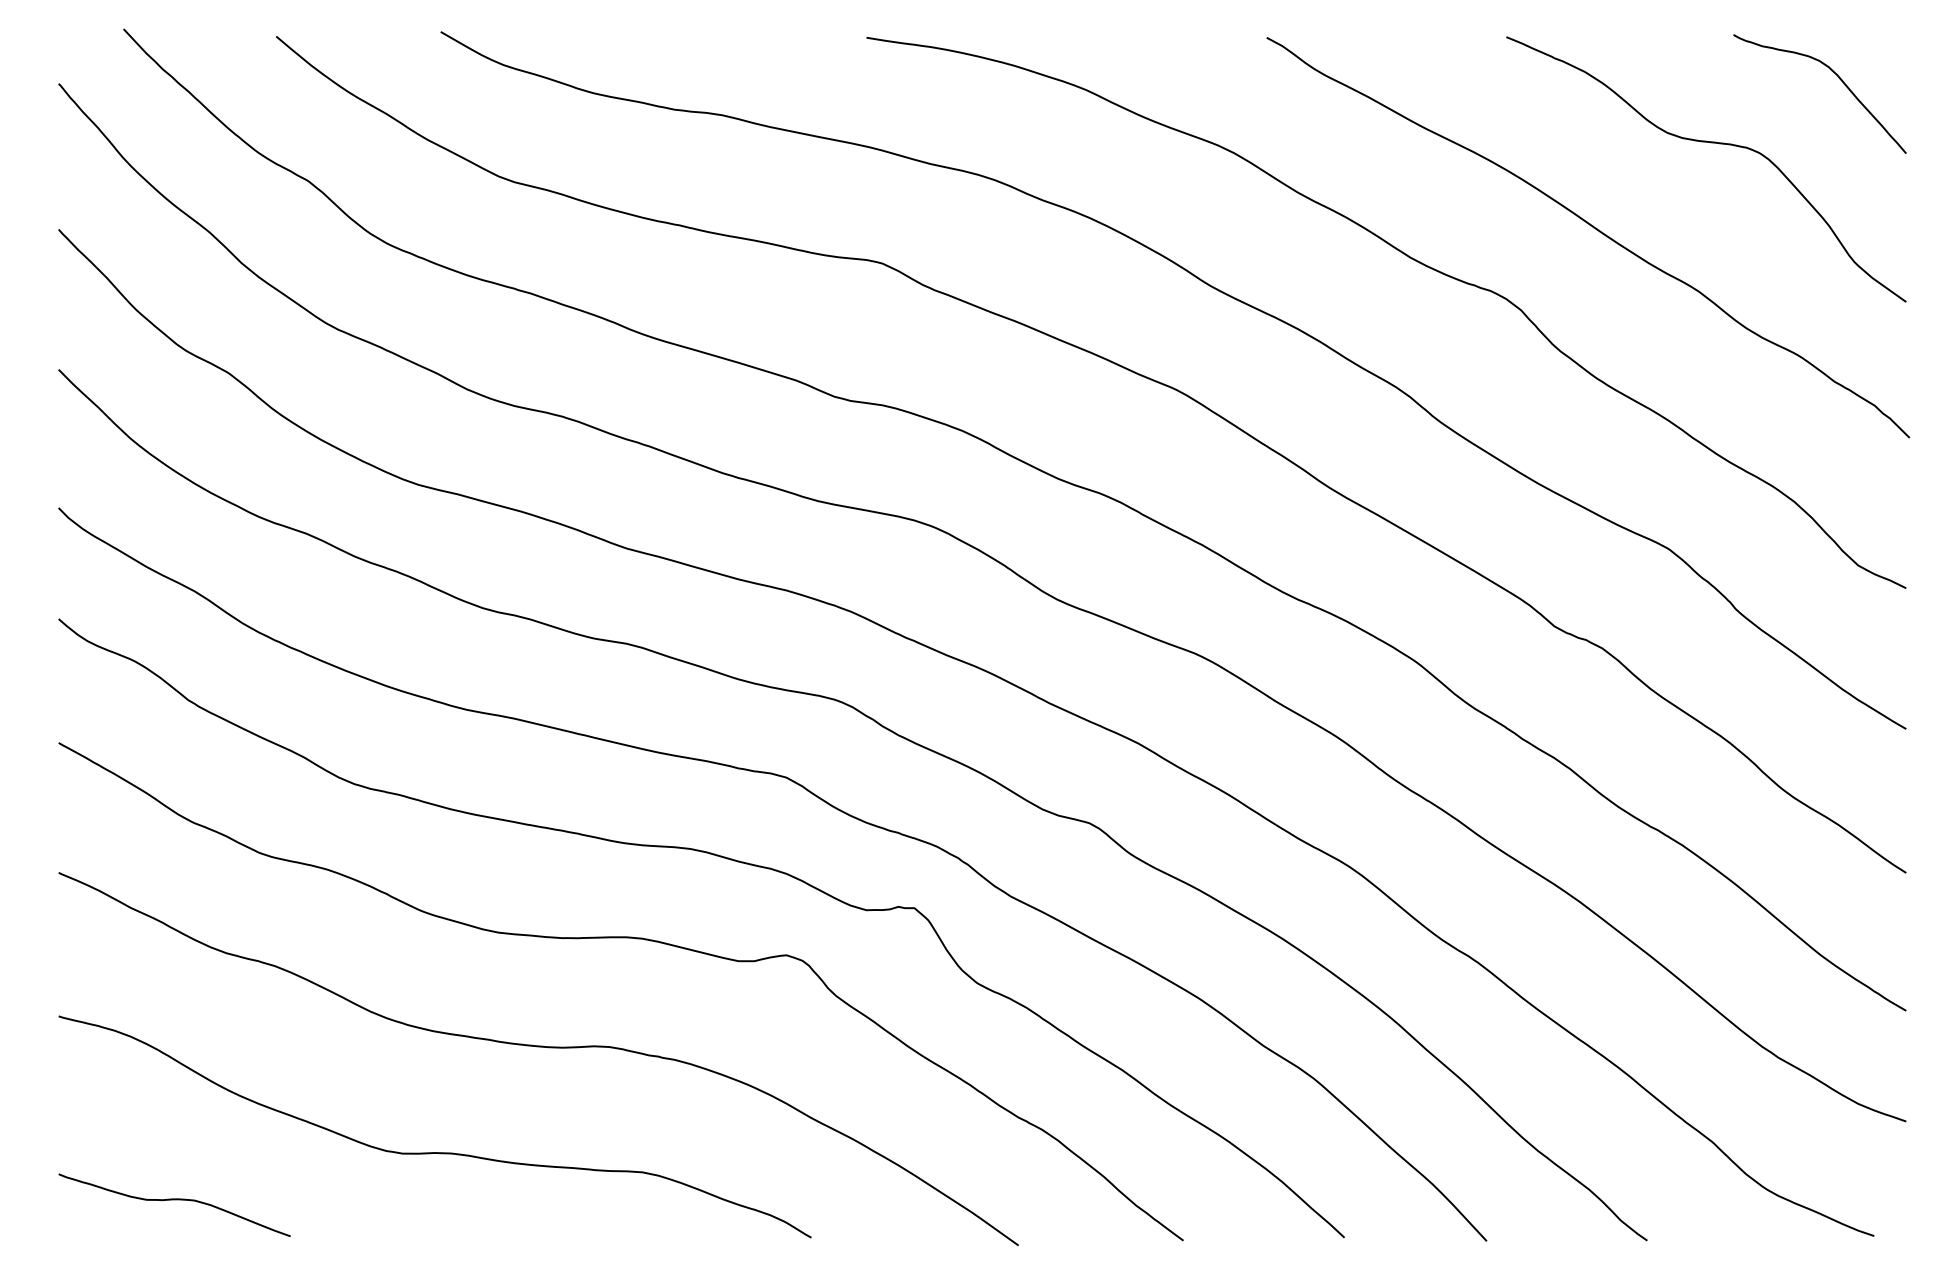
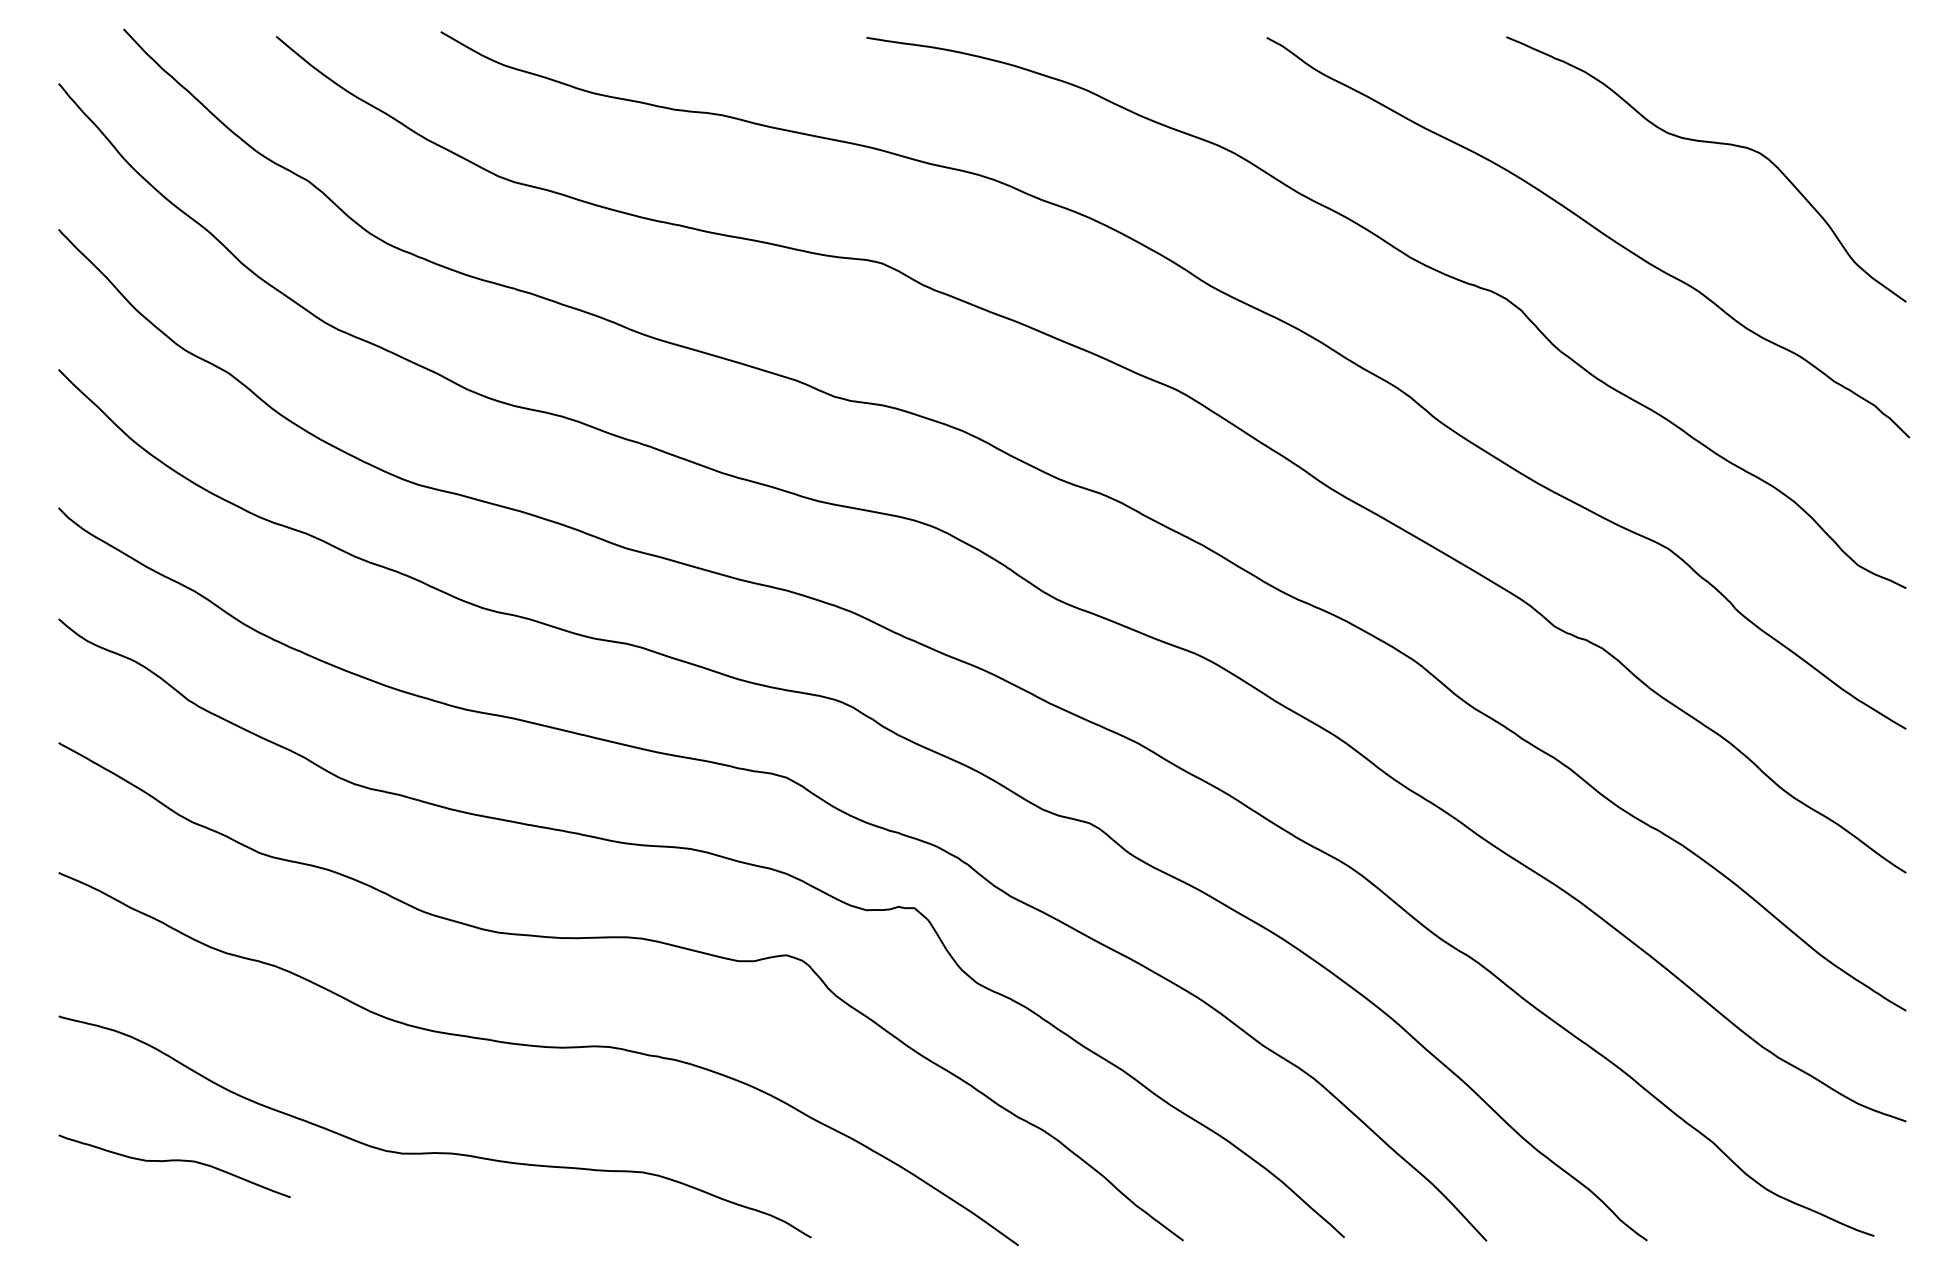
curve at (1838, 78): present -> none
curve at (174, 1200) position: (174, 1200) -> (174, 1161)
